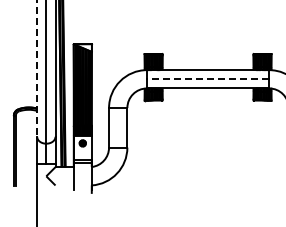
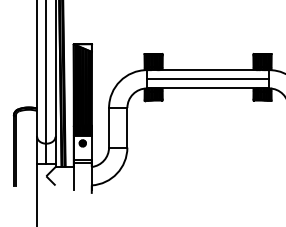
line at (37, 69): dashed -> solid
line at (207, 79): dashed -> solid
